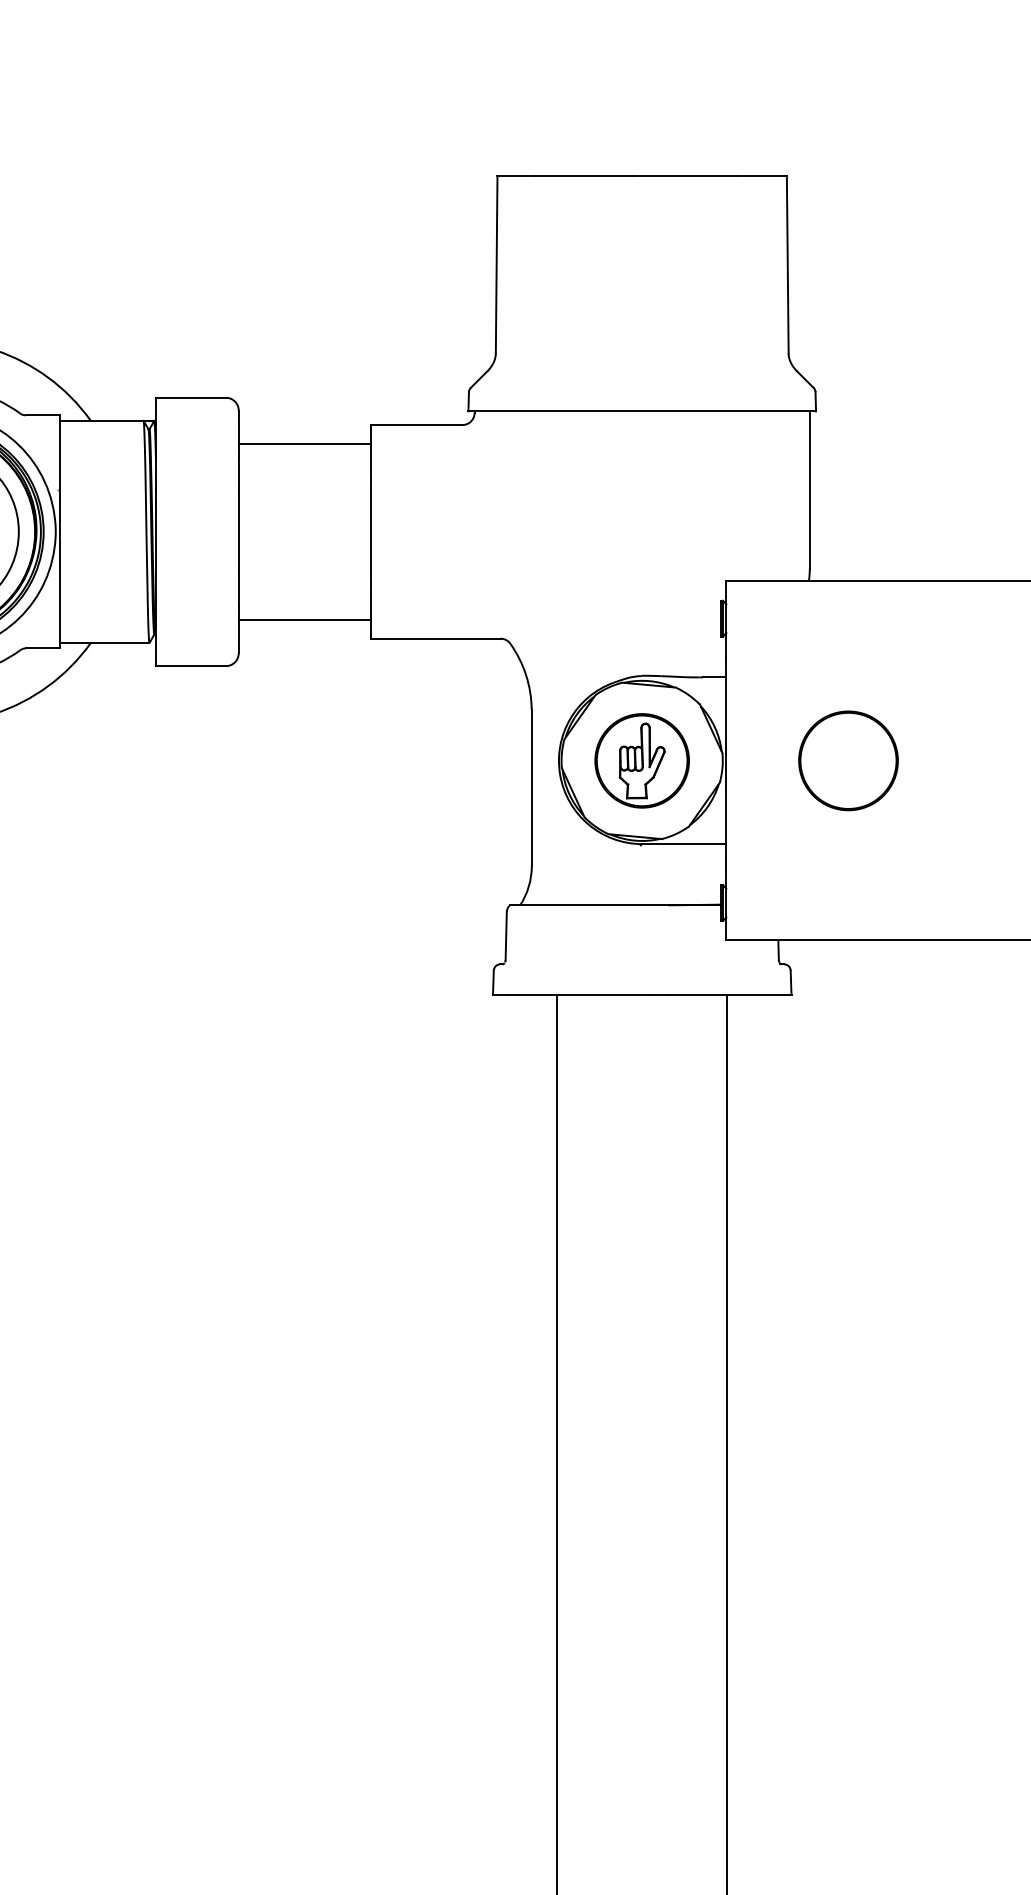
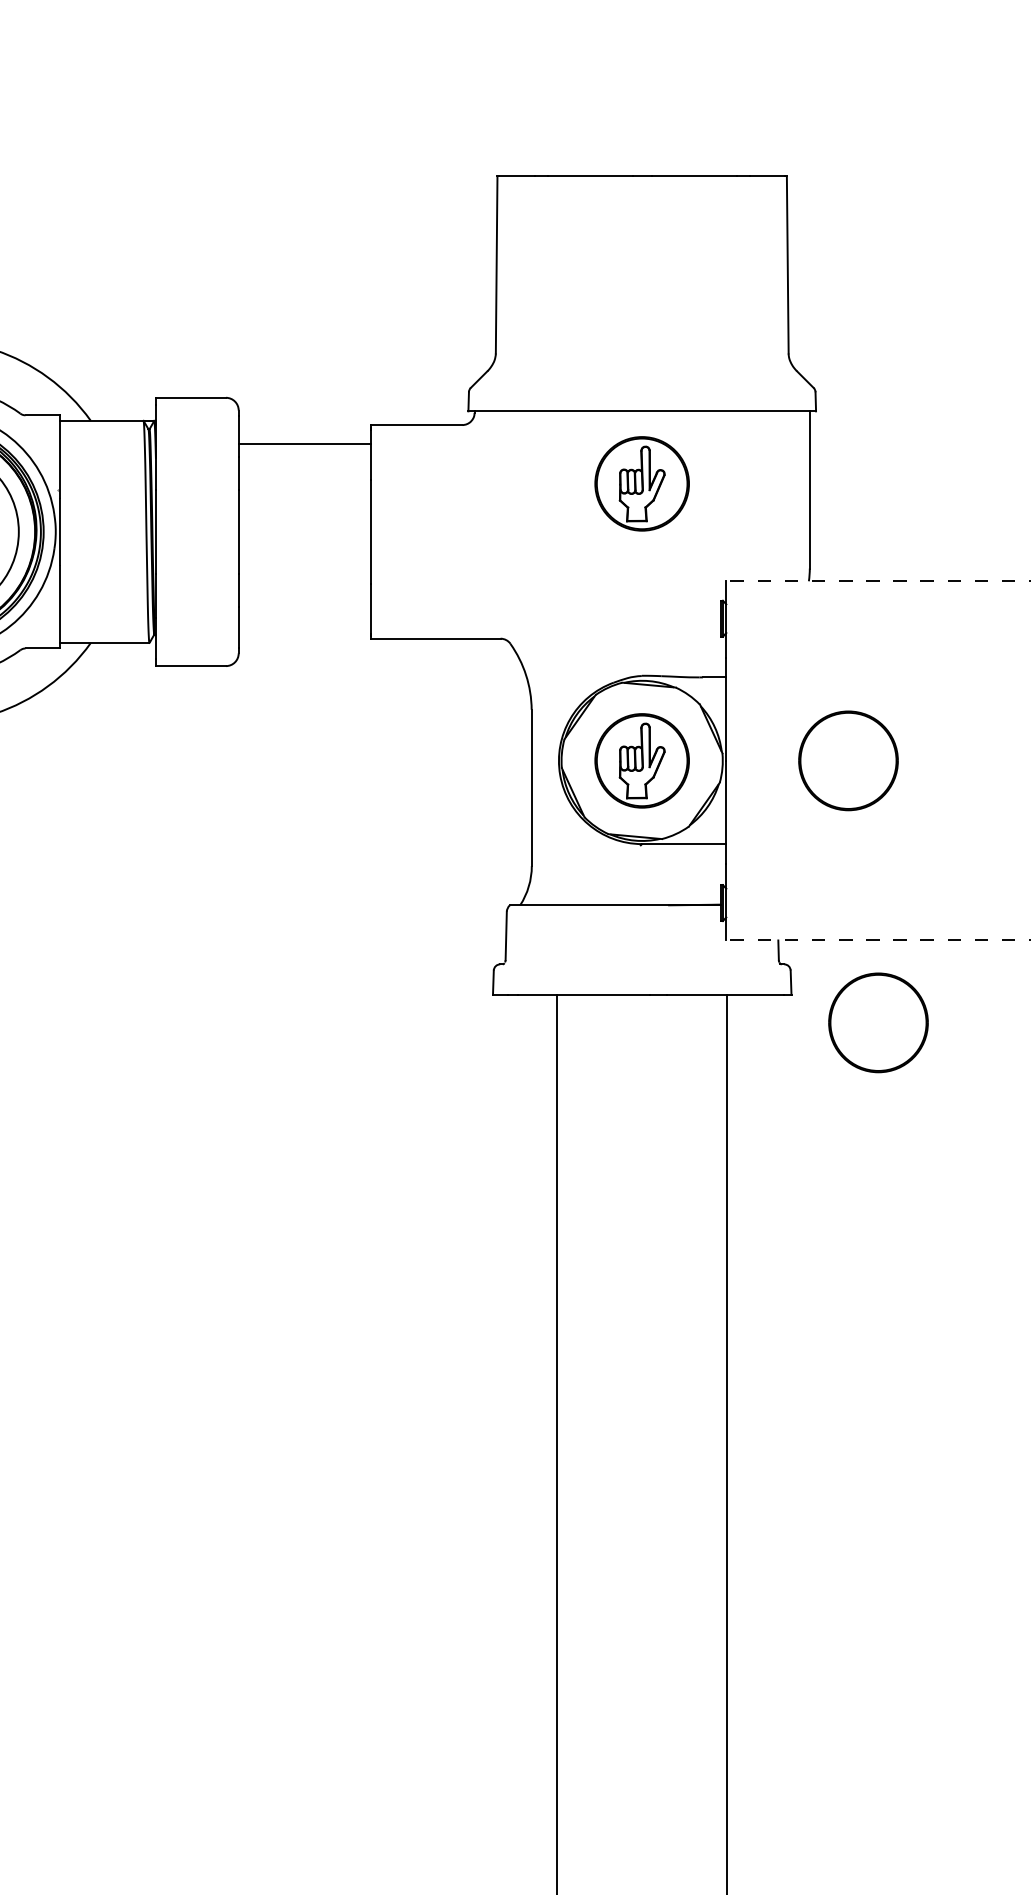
part at (641, 483): none -> present
line at (878, 581): solid -> dashed
line at (304, 619): present -> none
line at (878, 940): solid -> dashed
part at (878, 1022): none -> present
